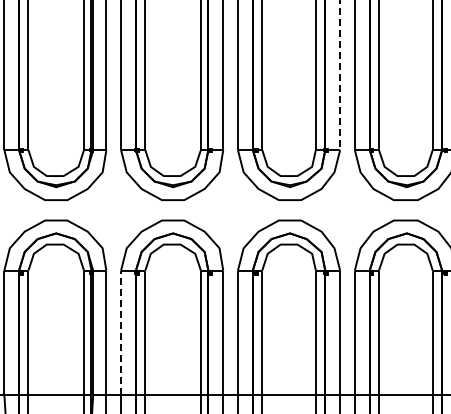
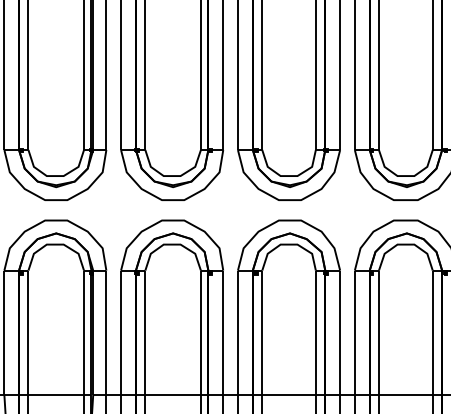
line at (340, 75): dashed -> solid
line at (121, 332): dashed -> solid
